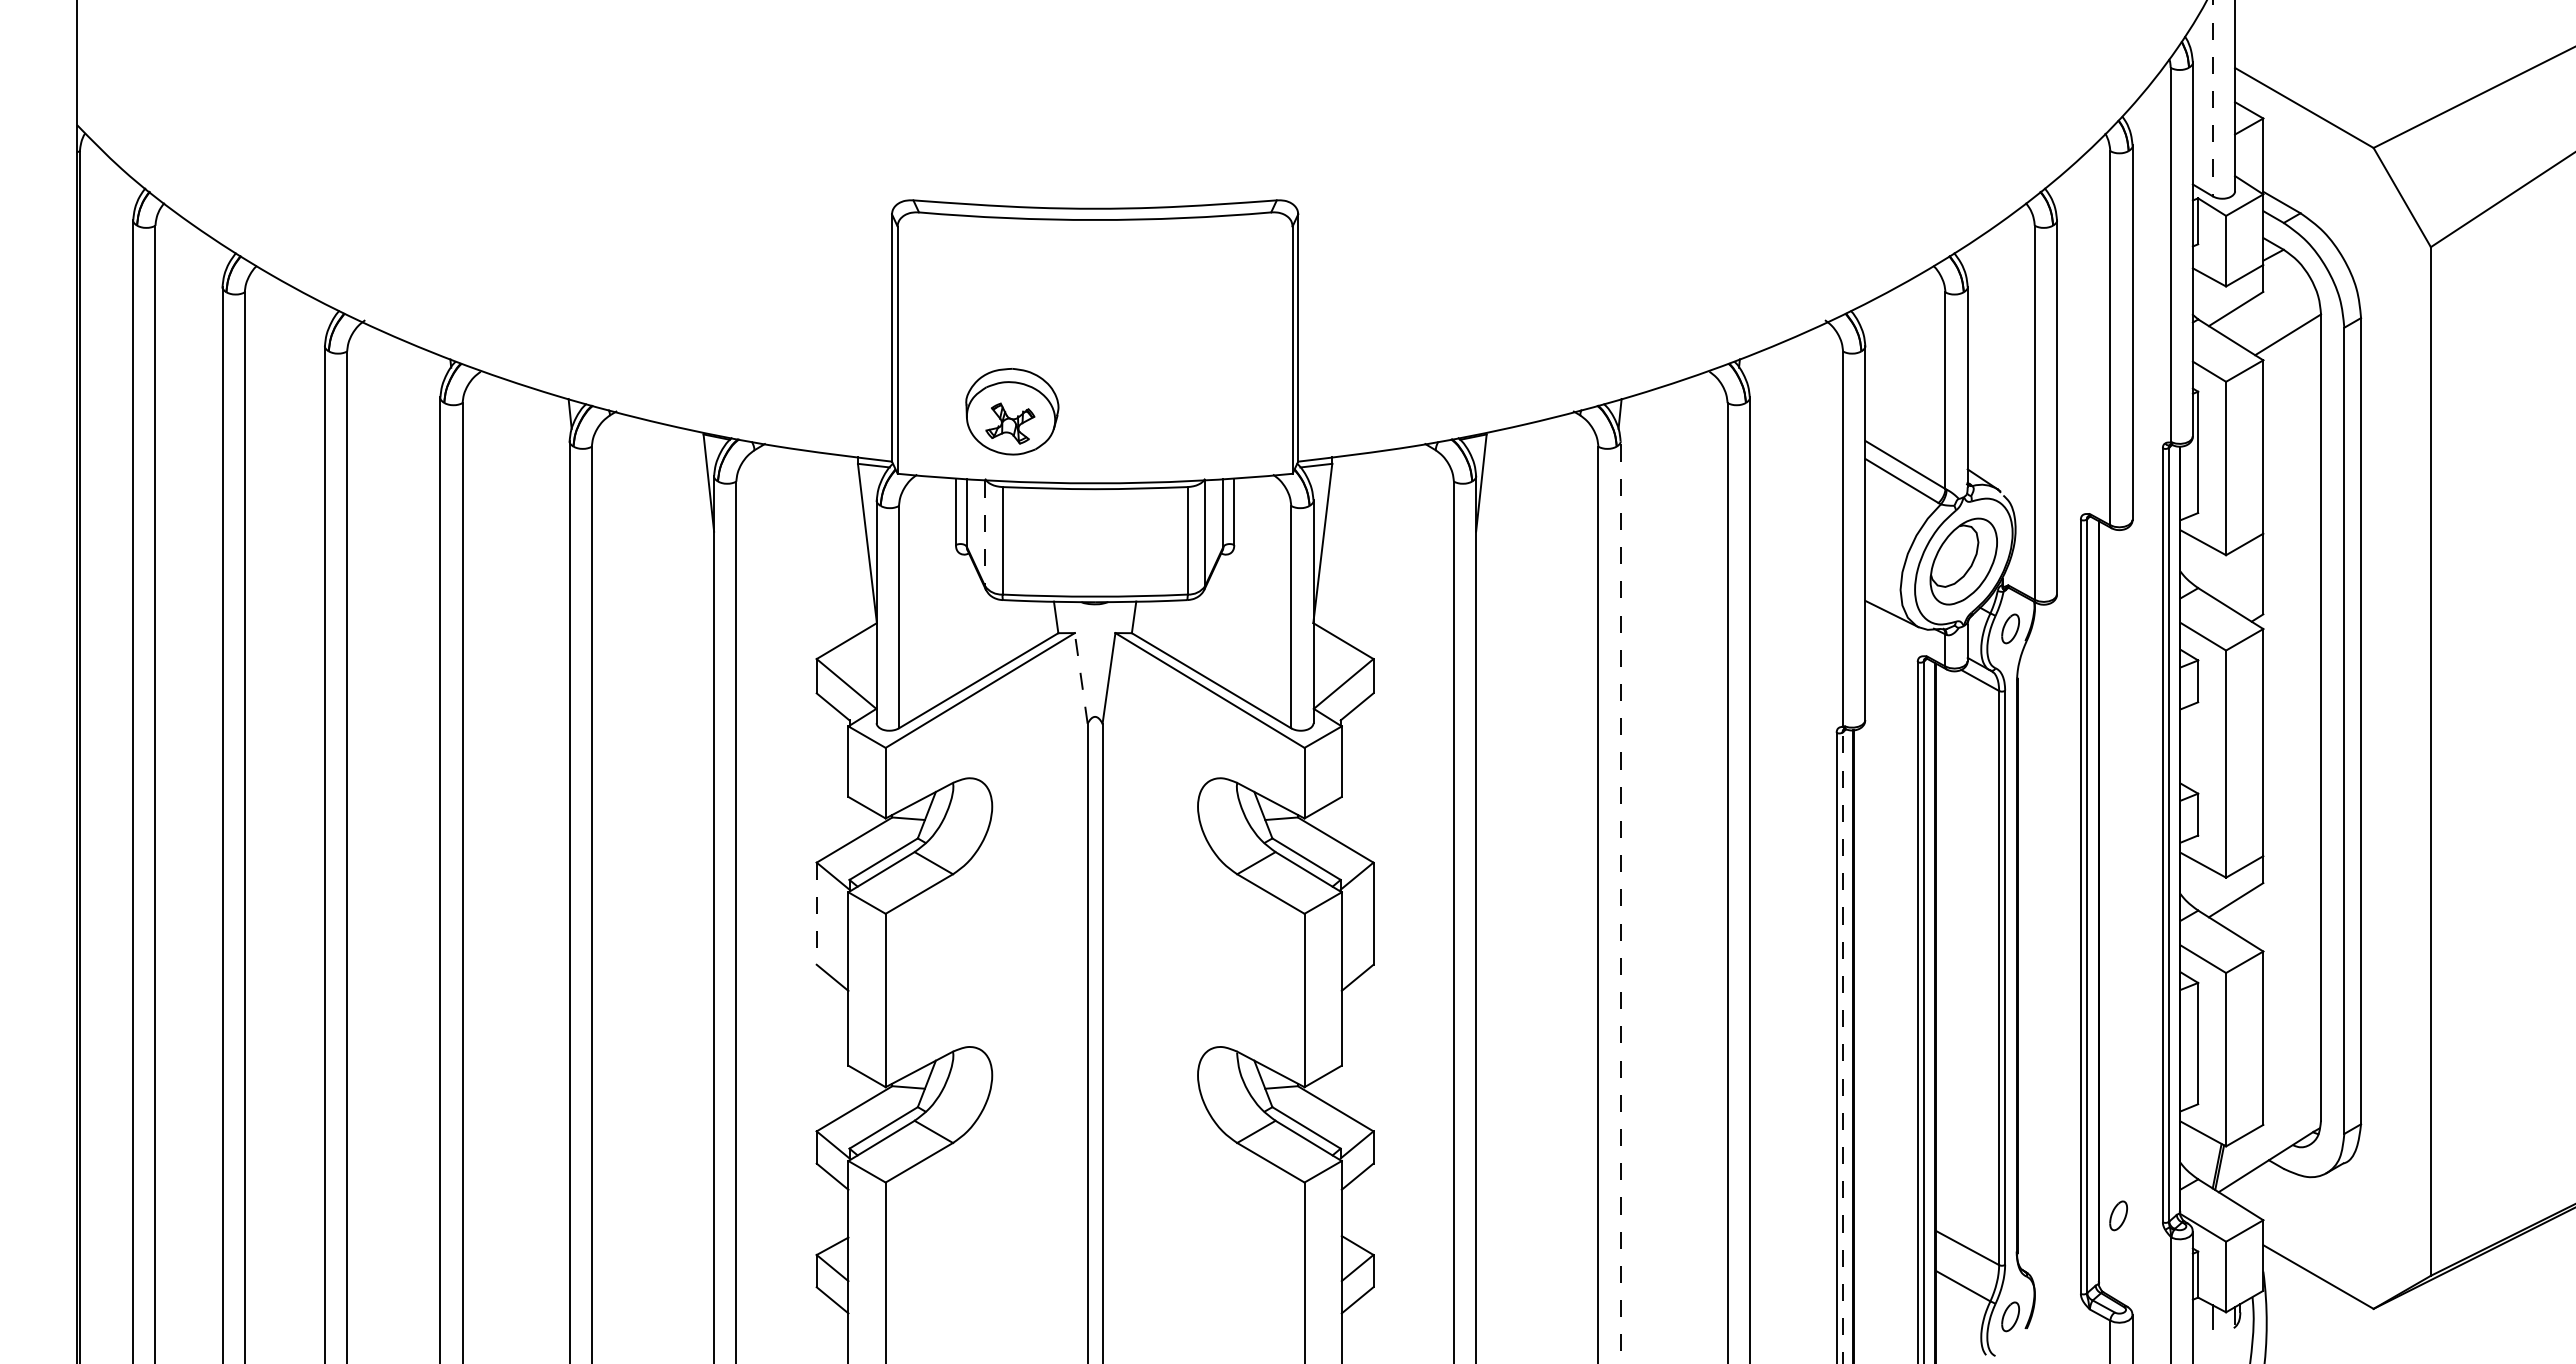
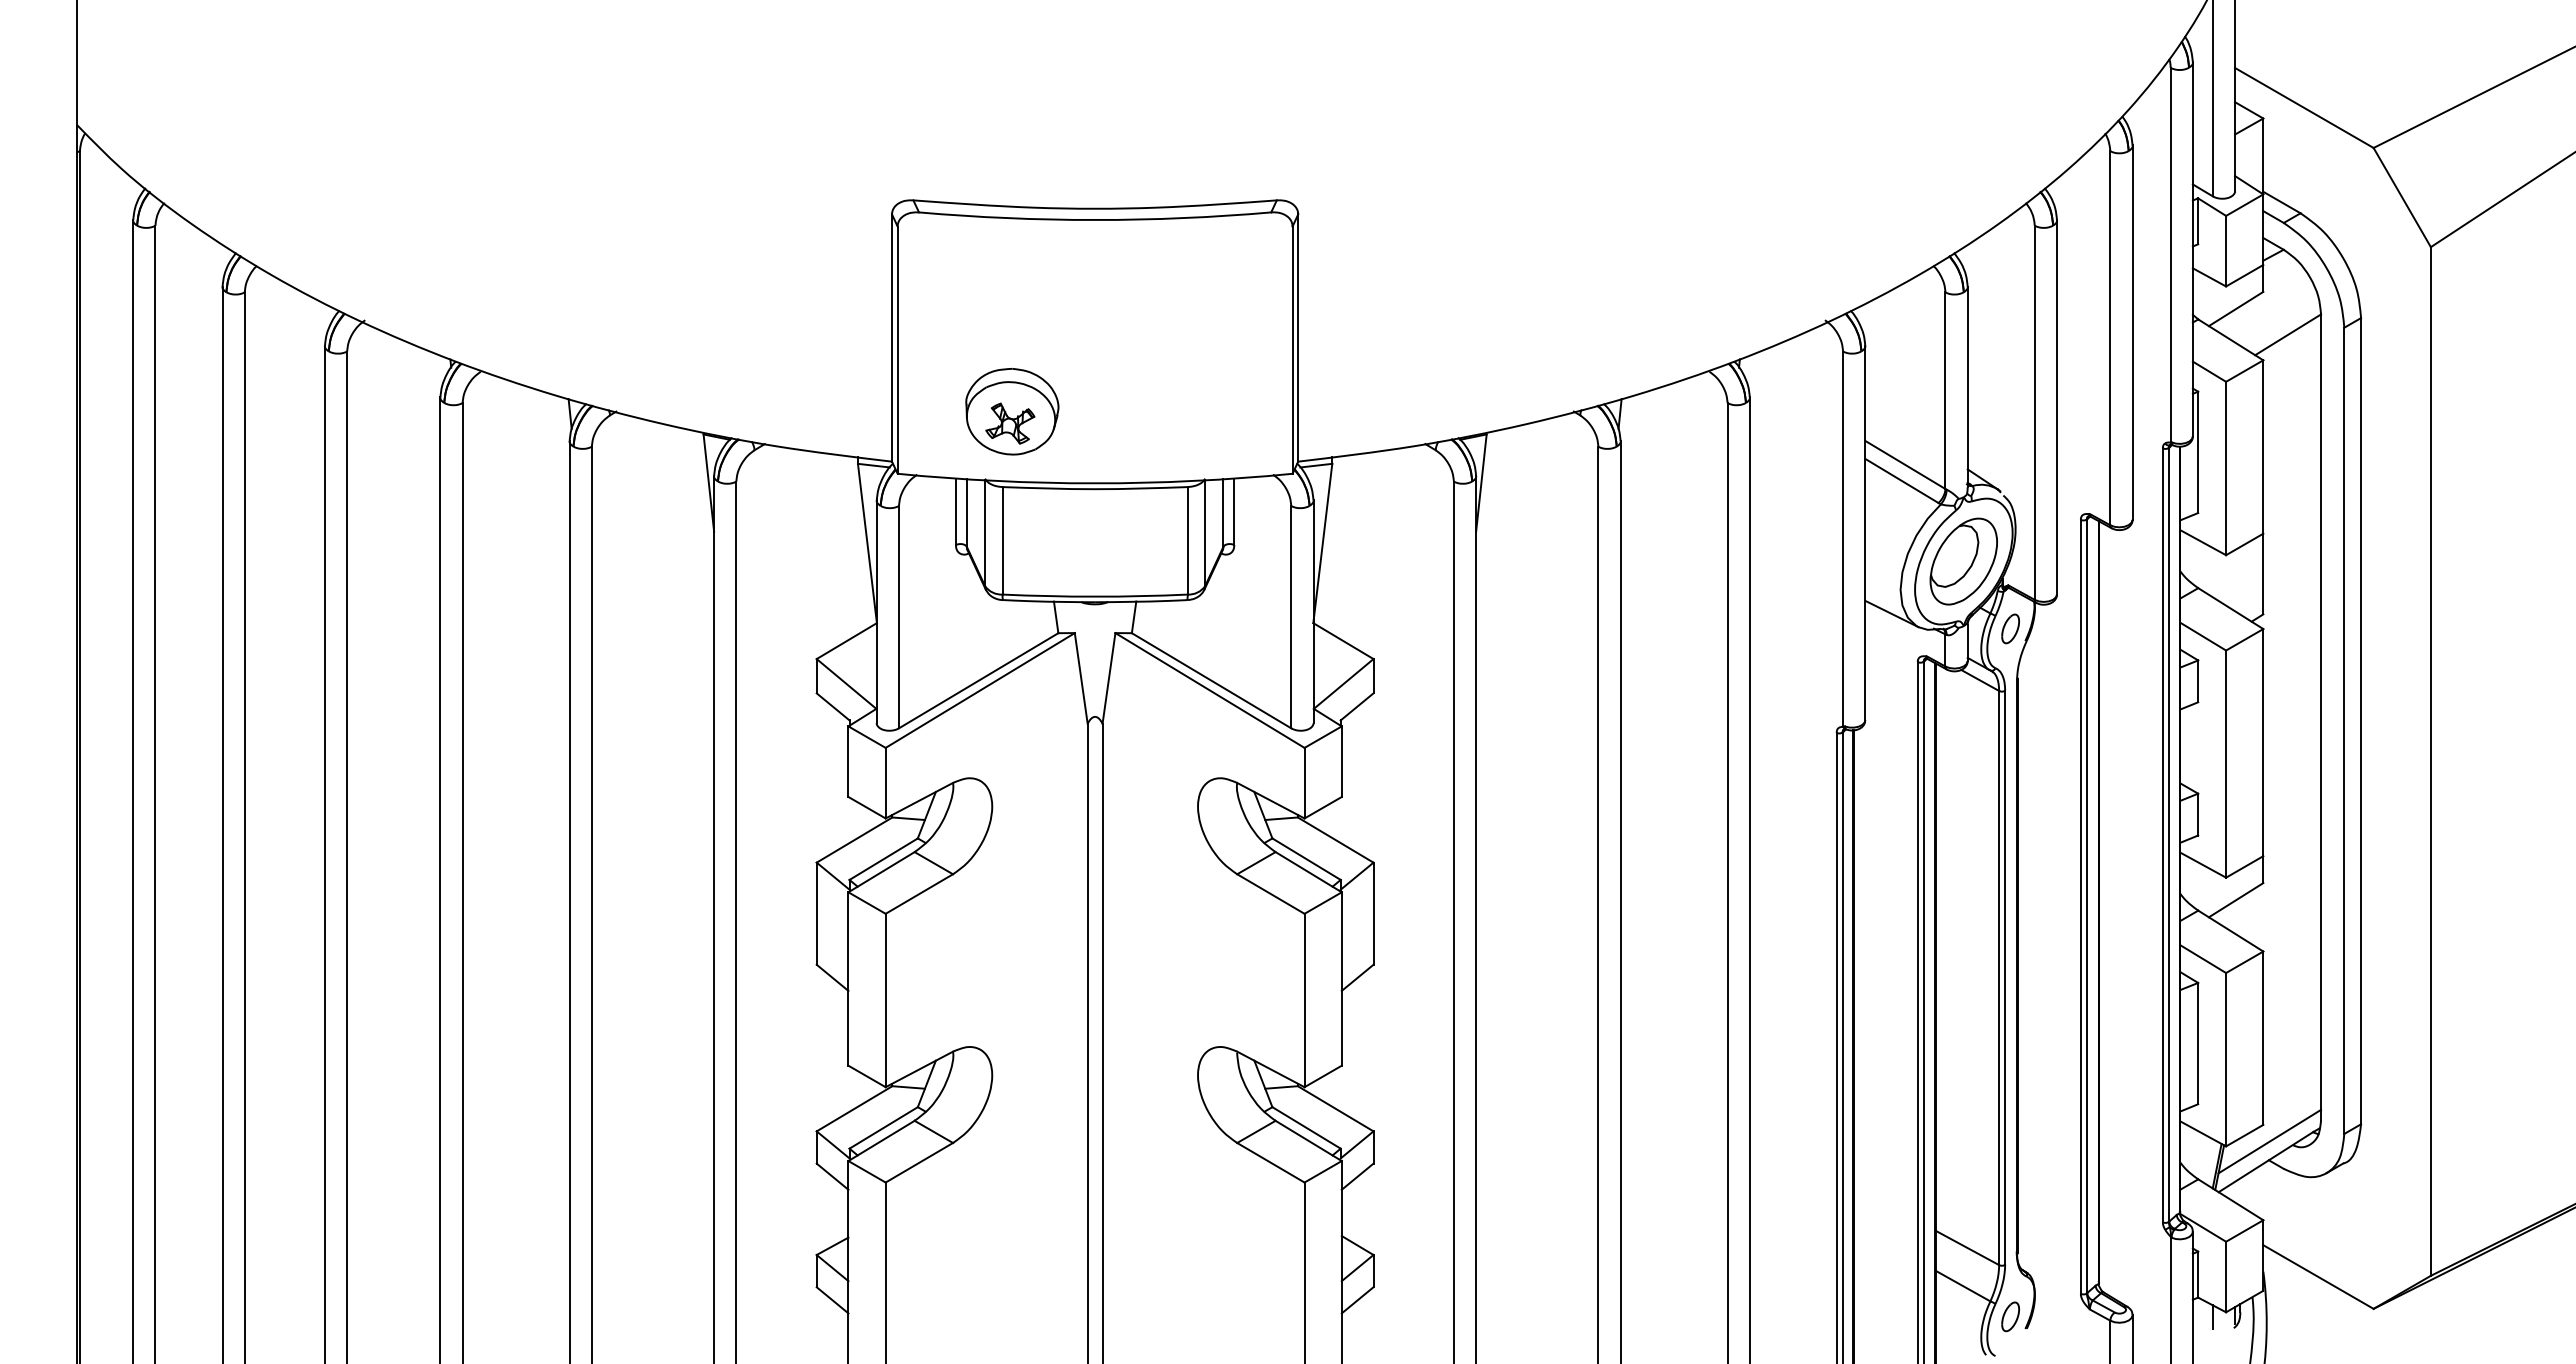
line at (2212, 98): dashed -> solid
line at (985, 533): dashed -> solid
line at (1081, 678): dashed -> solid
line at (1620, 901): dashed -> solid
line at (816, 914): dashed -> solid
line at (1842, 1047): dashed -> solid
line at (2269, 1141): none -> present
part at (2118, 1215): present -> none
